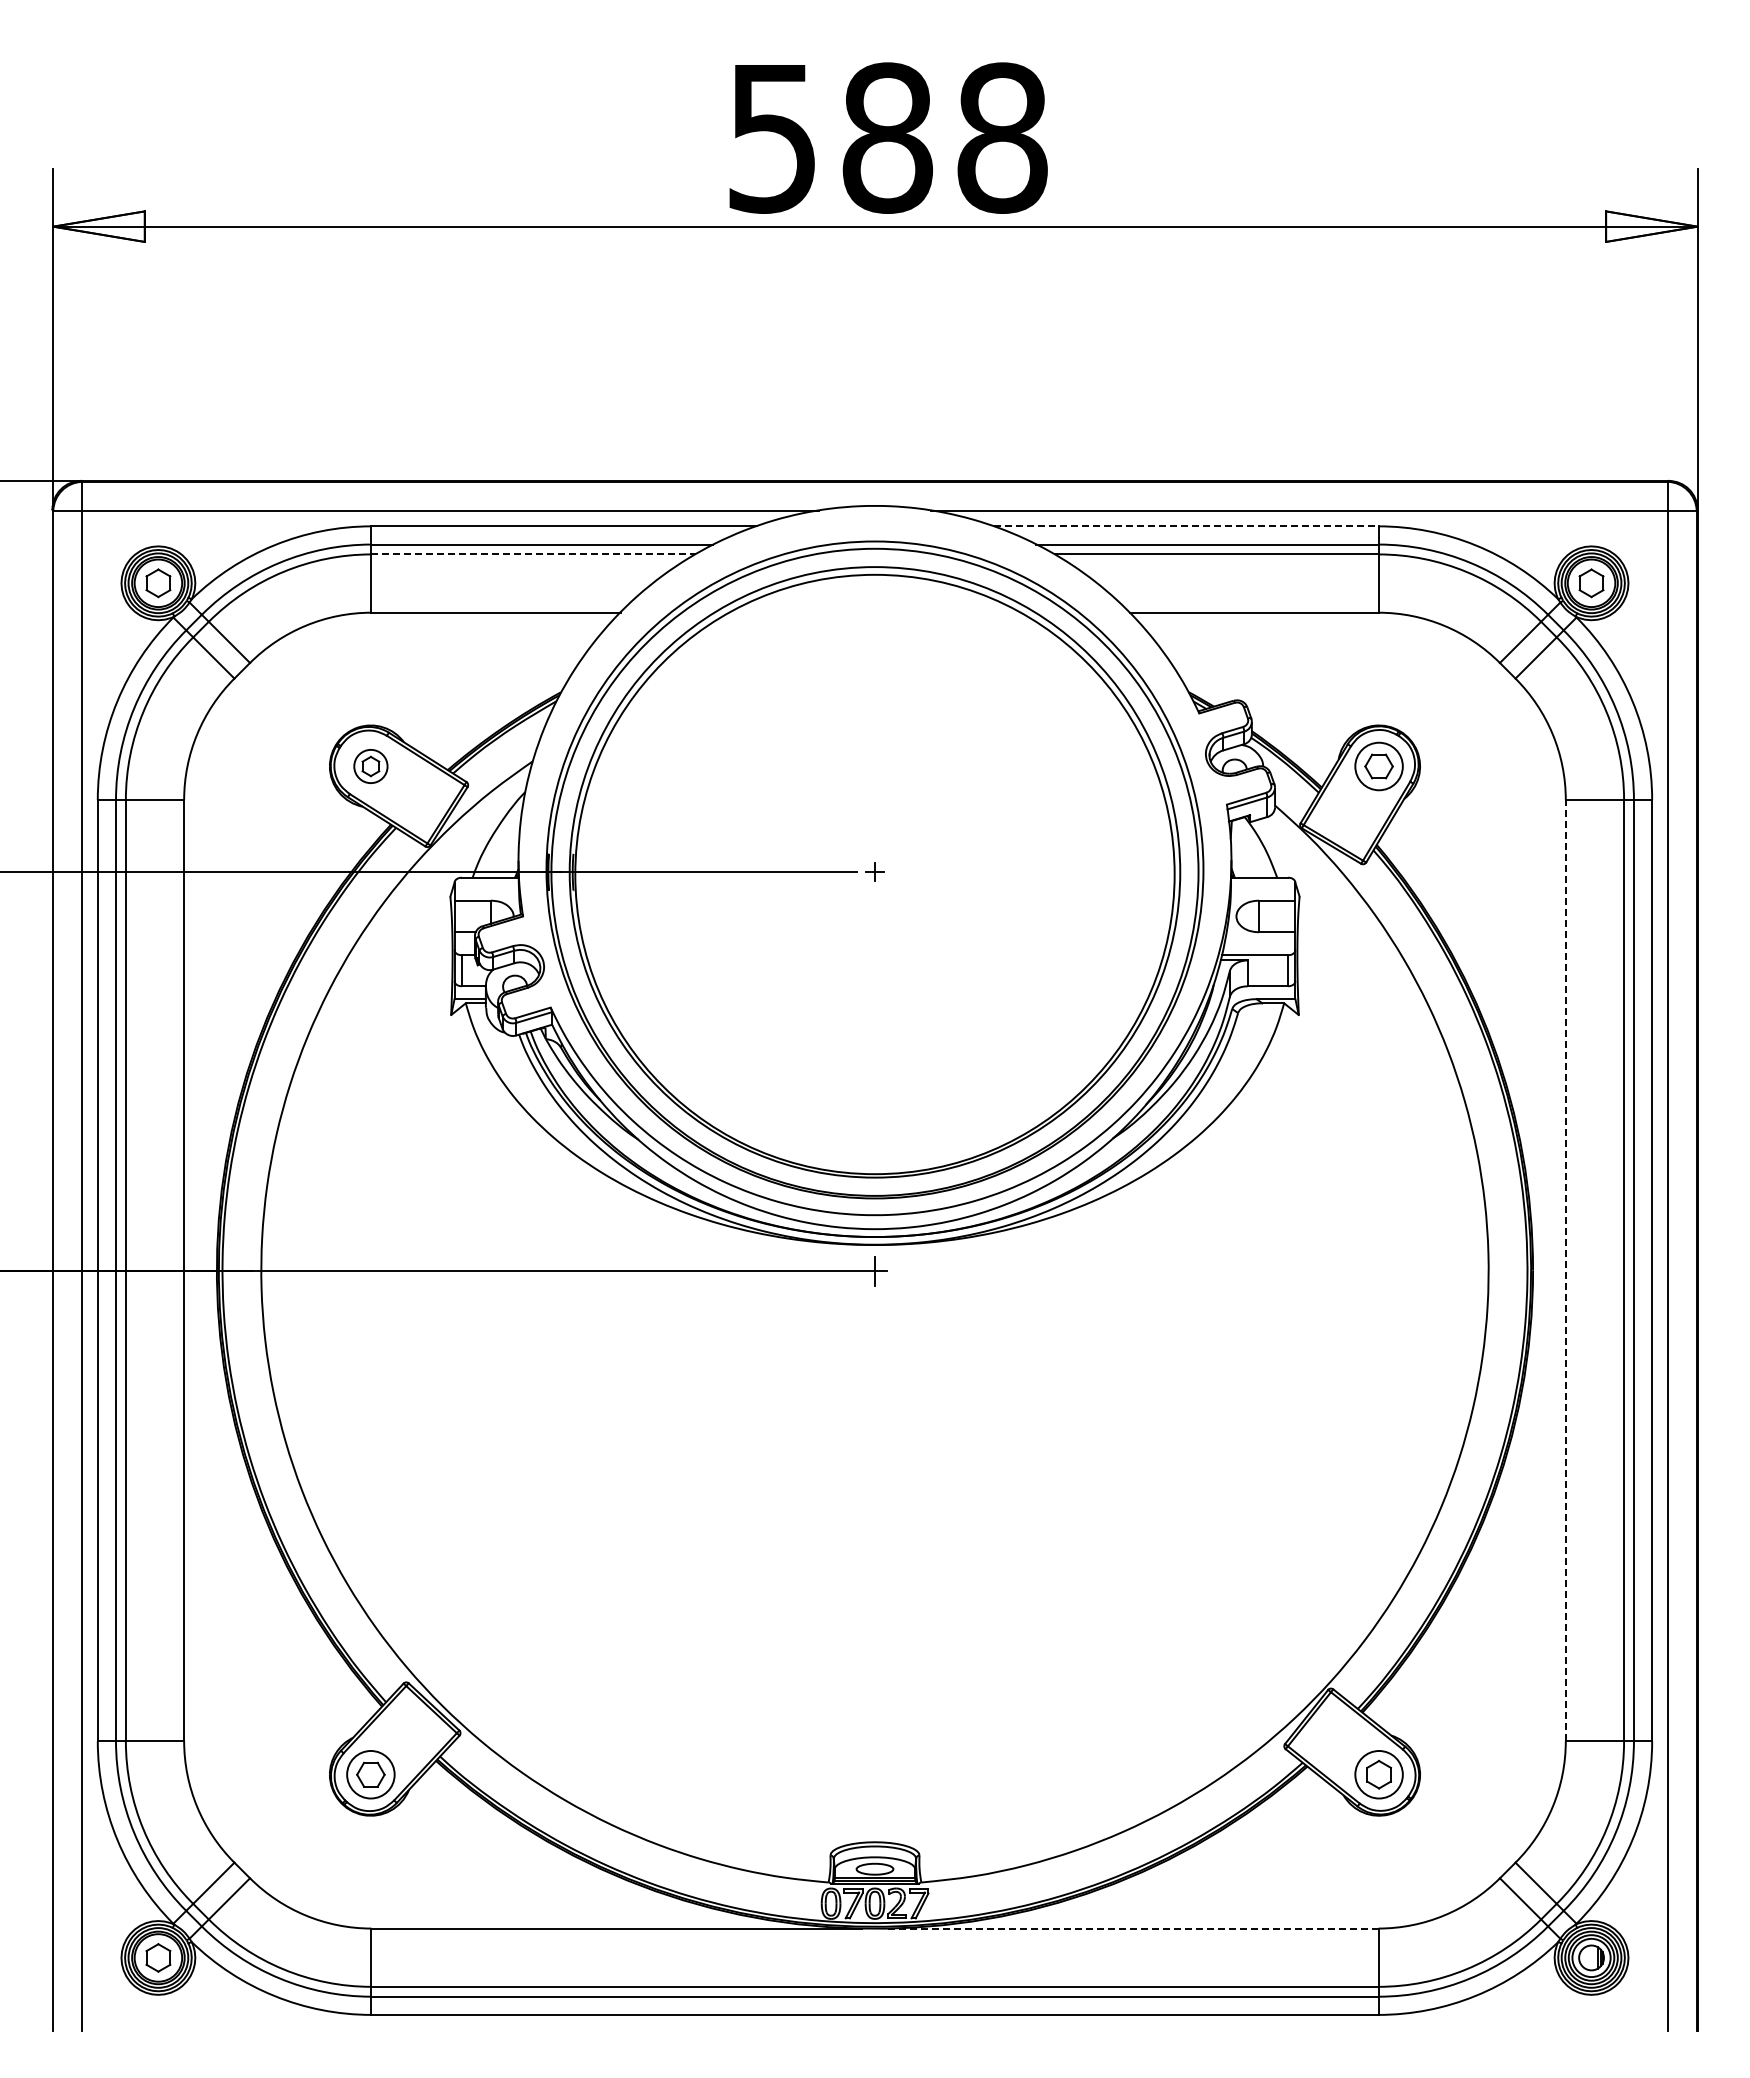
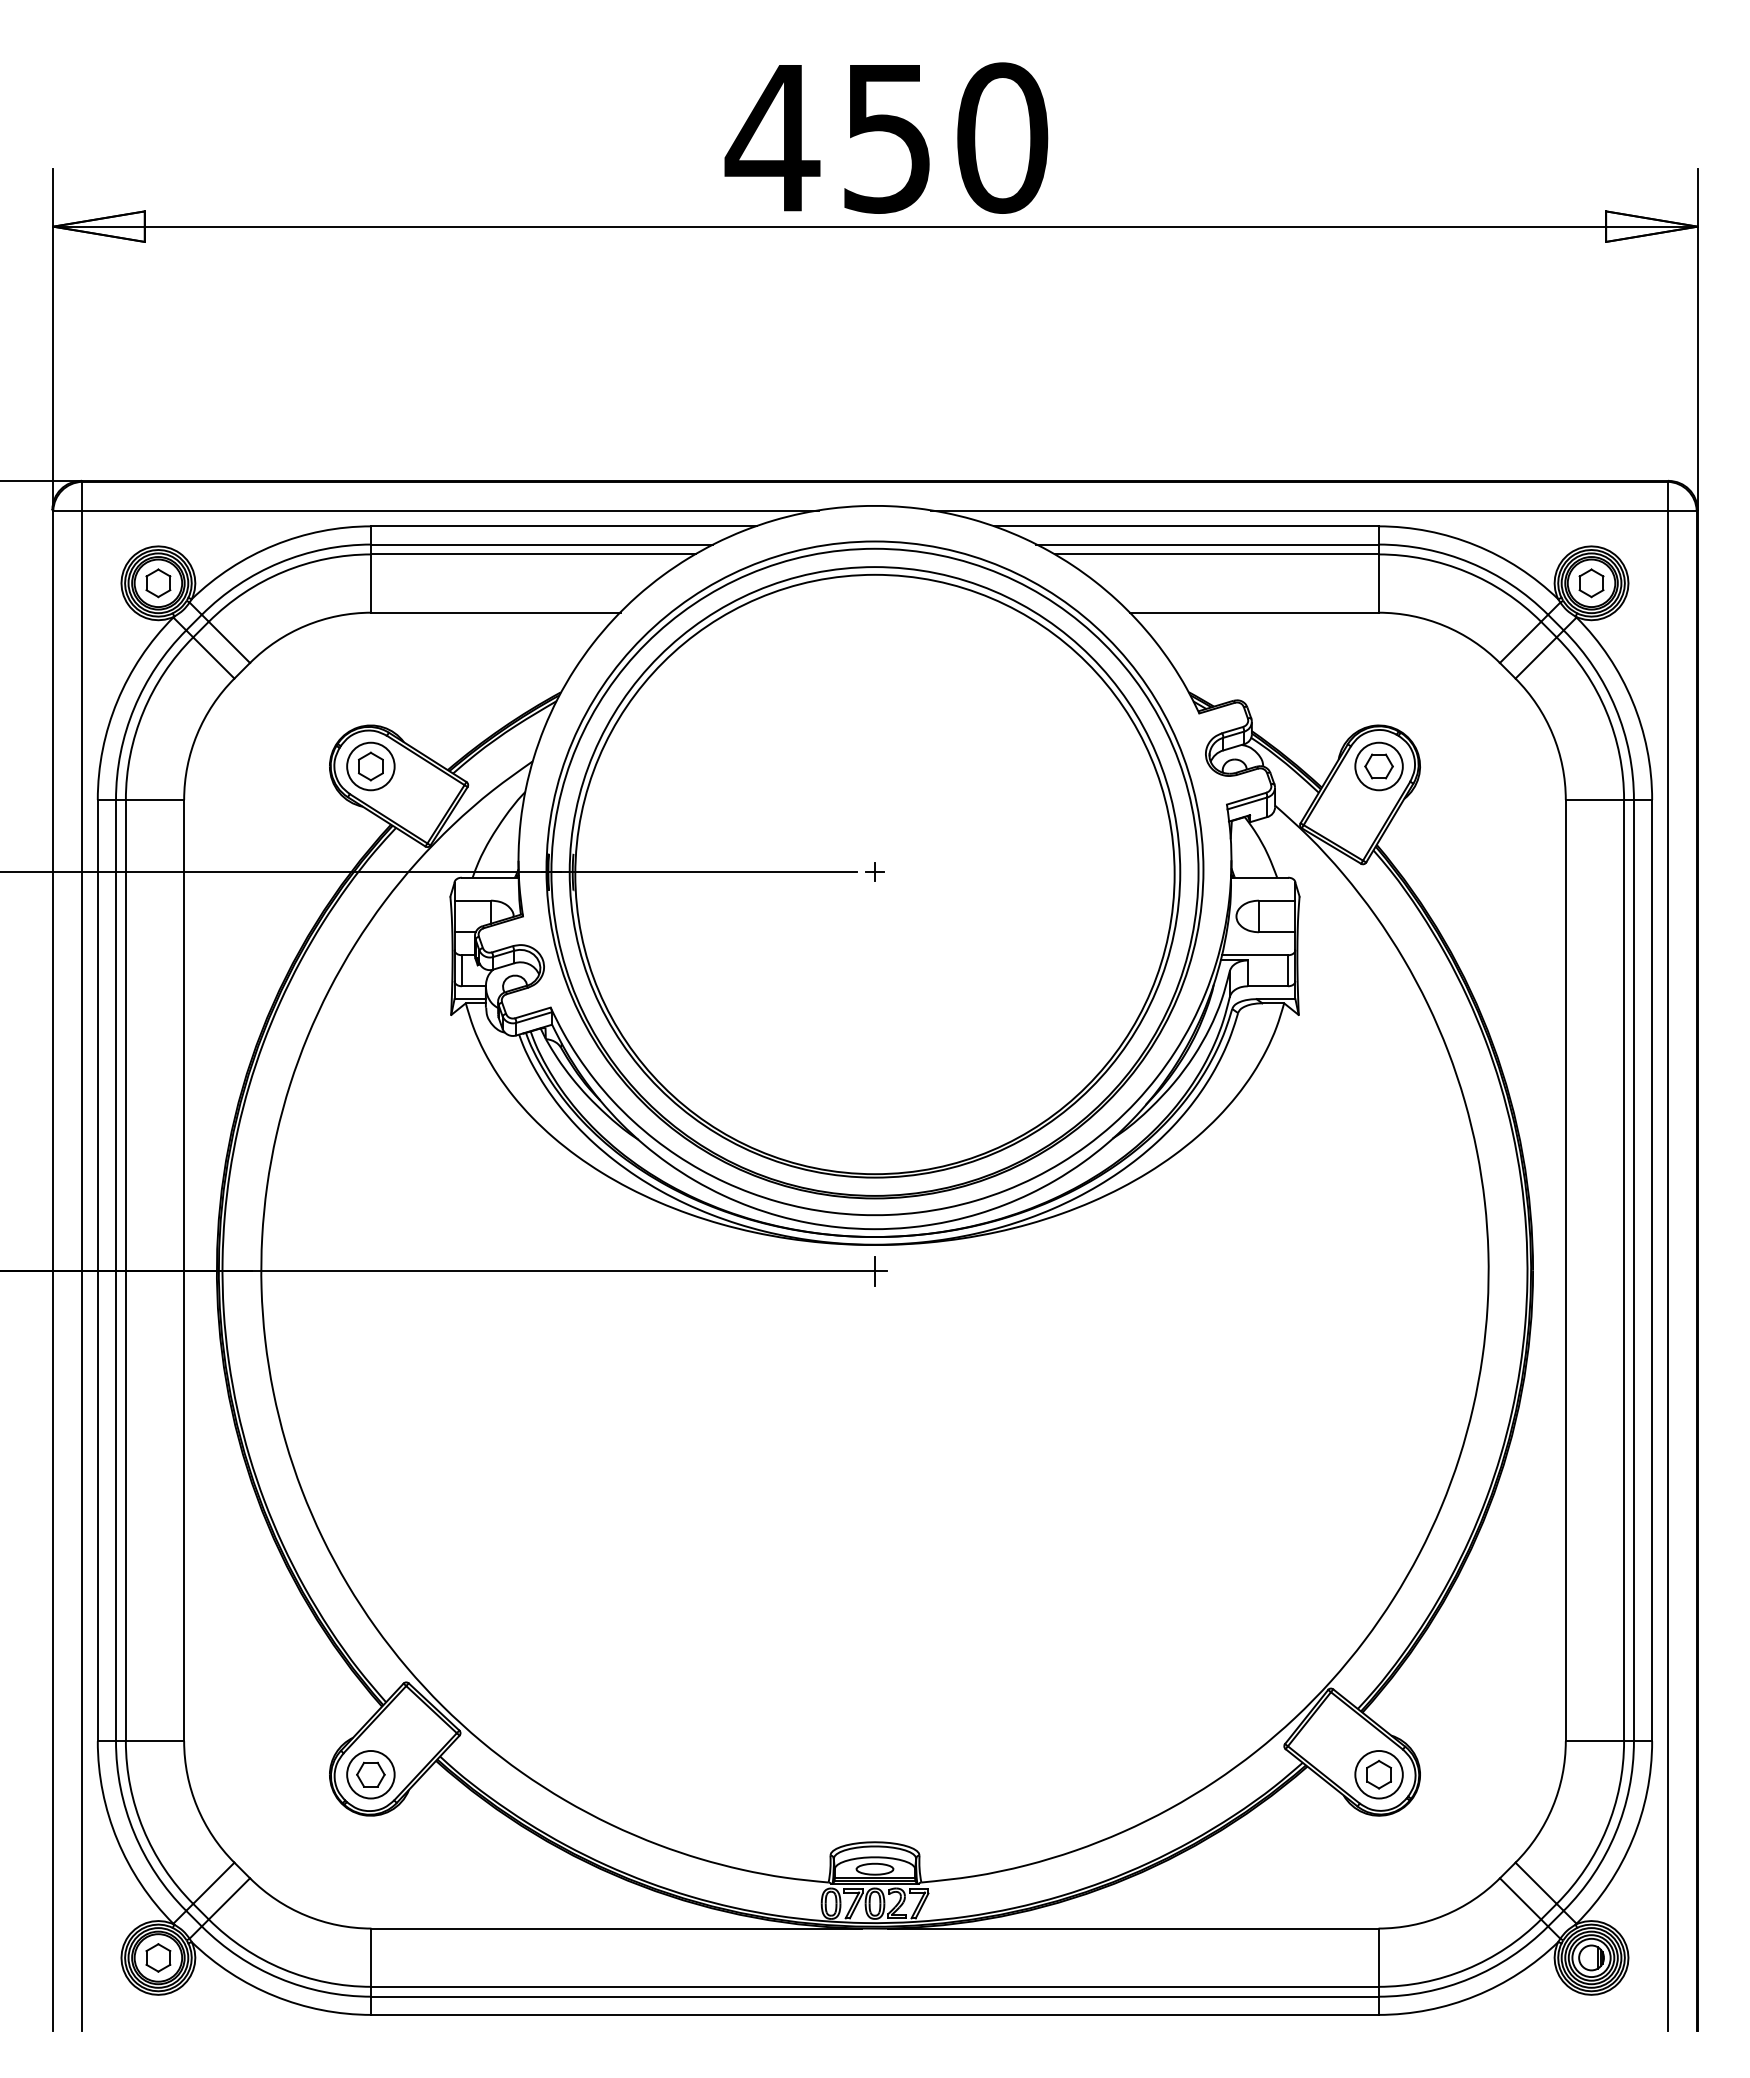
text at (886, 137): 588 -> 450
line at (1186, 526): dashed -> solid
line at (534, 554): dashed -> solid
part at (370, 766) size: 36x35 px -> 50x51 px
line at (1565, 1270): dashed -> solid
line at (1133, 1928): dashed -> solid
